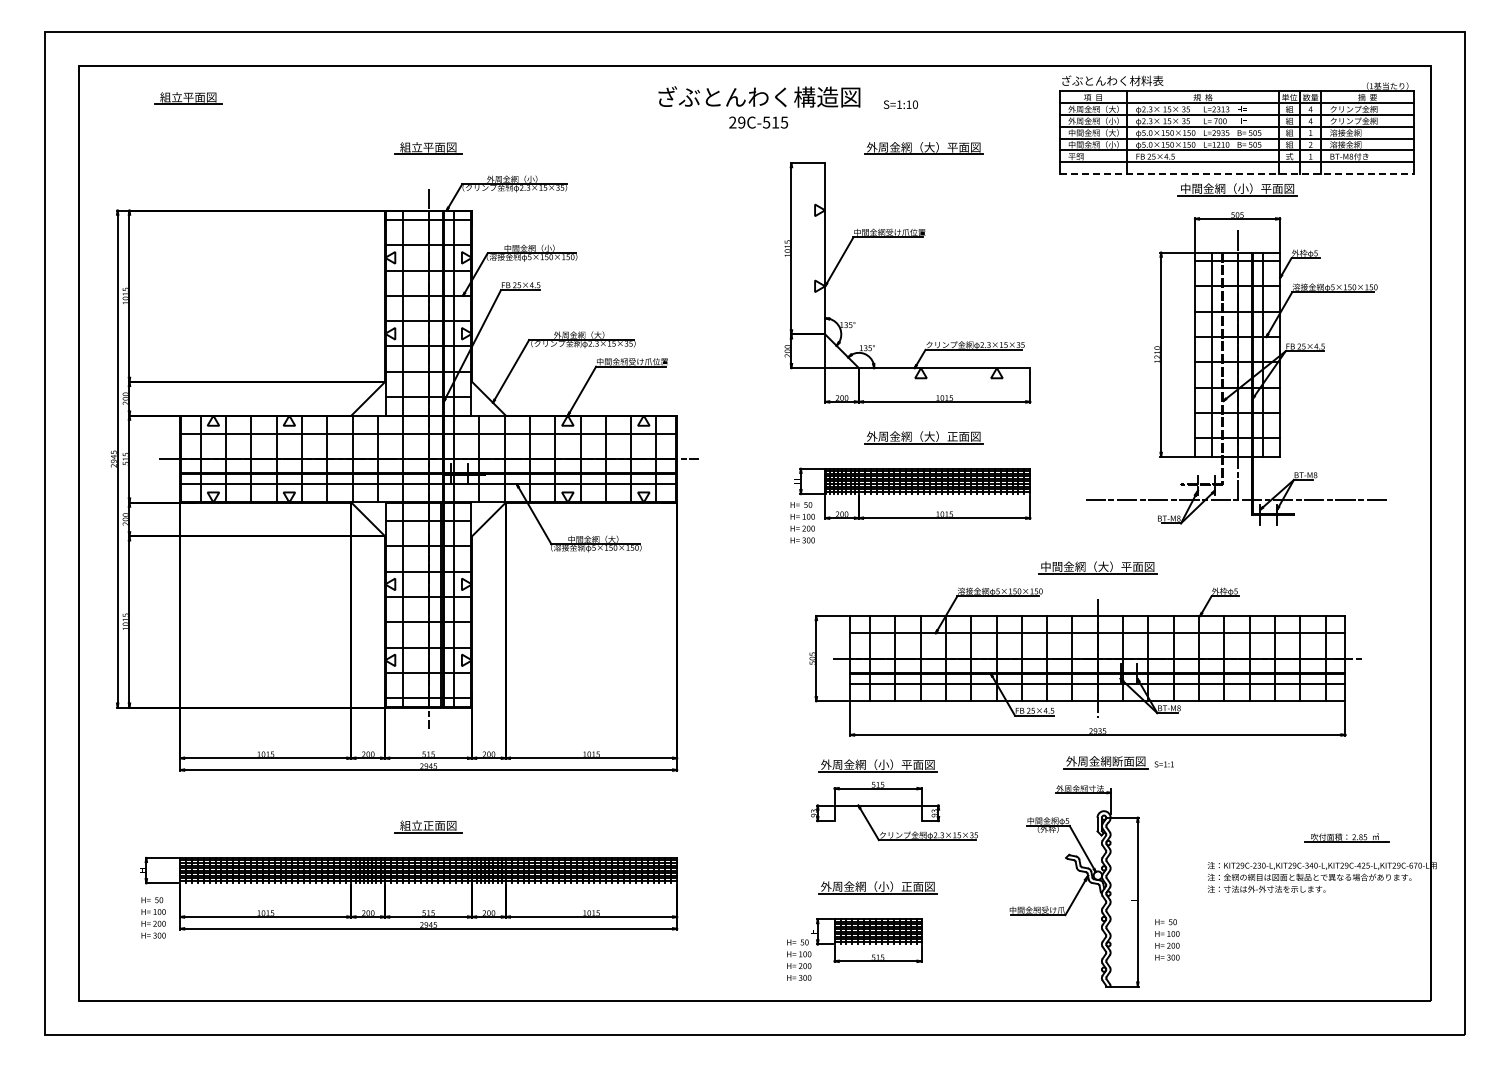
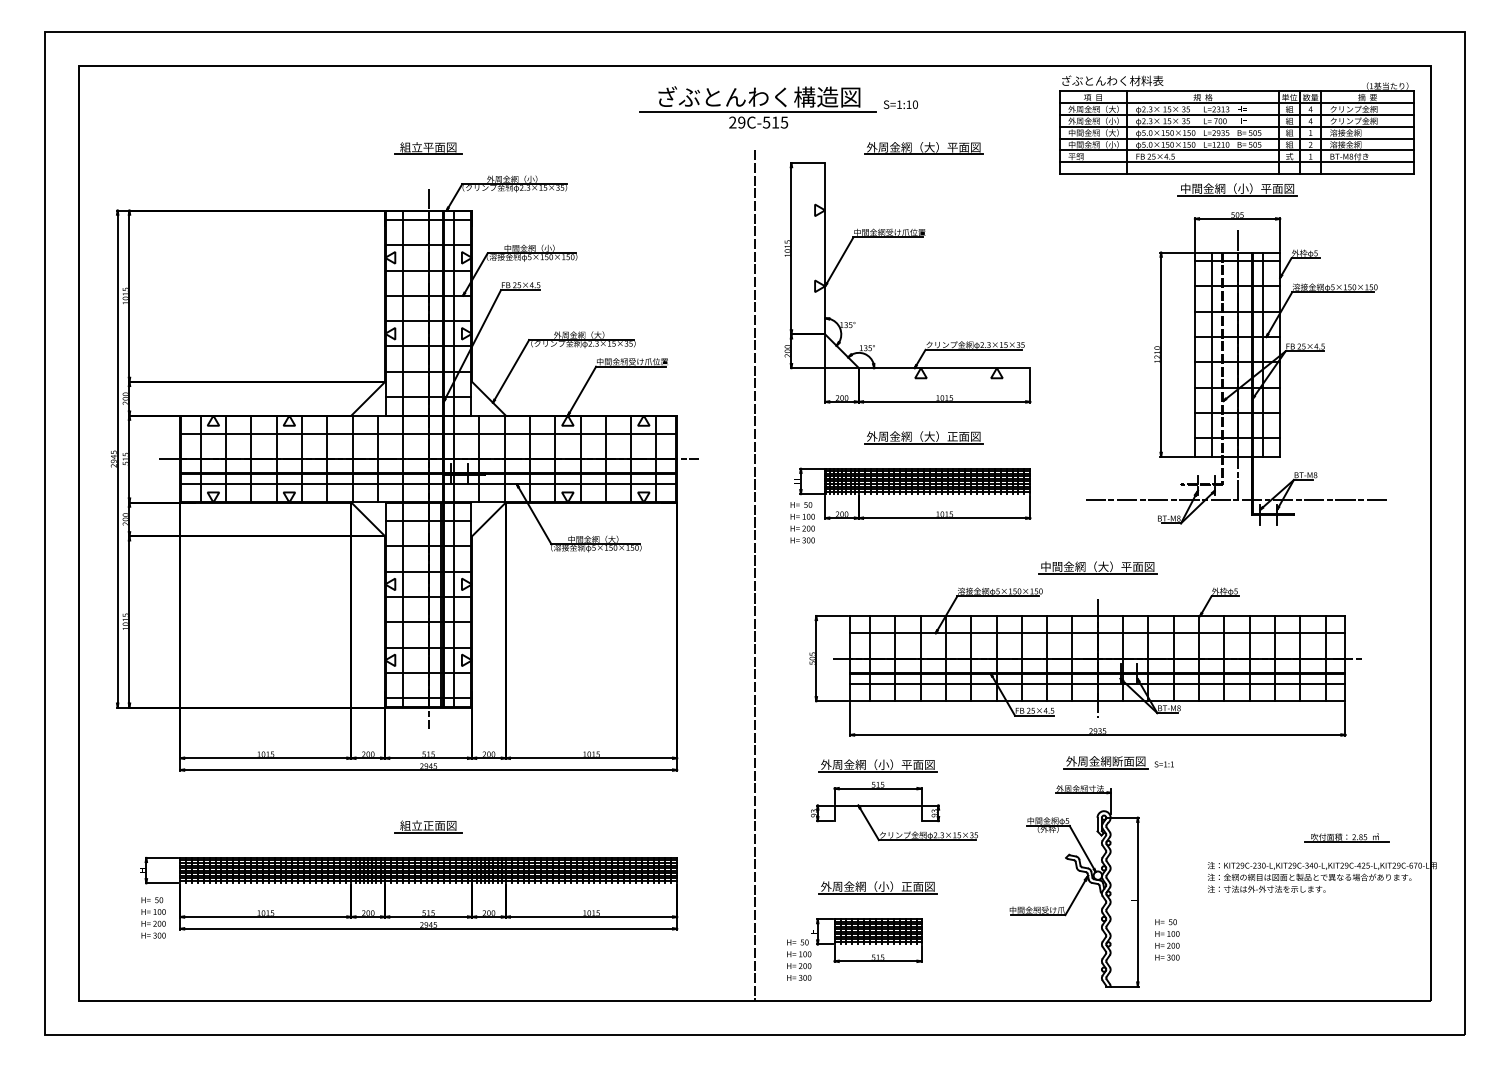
part at (188, 98): present -> none
line at (757, 111): none -> present
line at (1237, 174): dashed -> solid
line at (755, 575): none -> present
